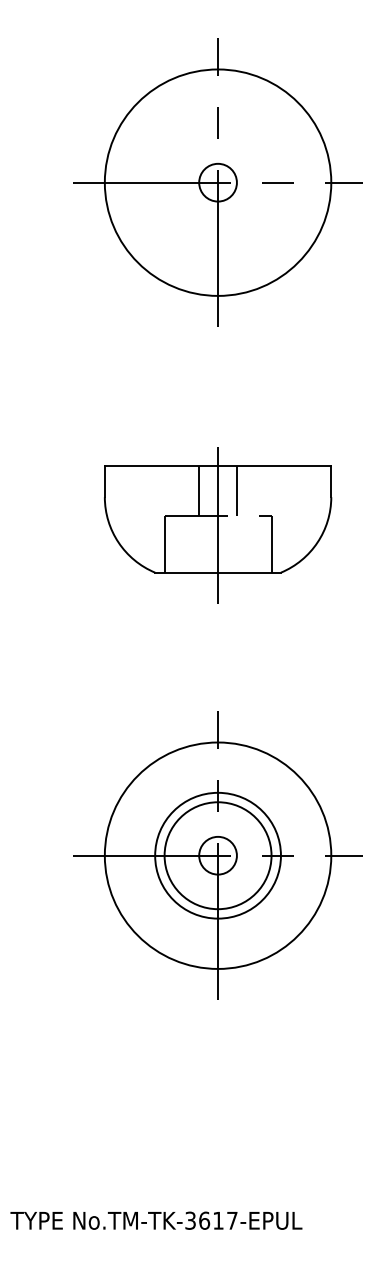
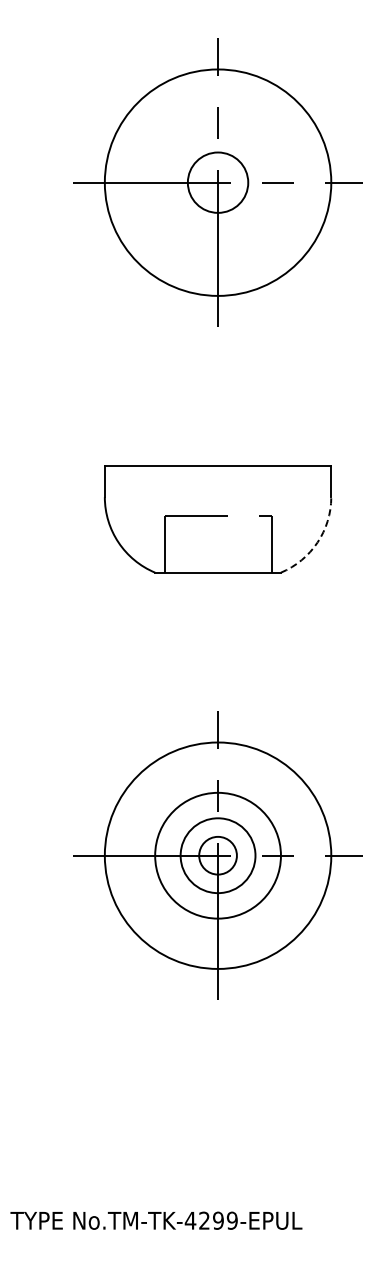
circle at (217, 182) diameter: 38 px -> 60 px
line at (199, 490): present -> none
line at (236, 490): present -> none
line at (218, 519): present -> none
arc at (317, 542): solid -> dashed
circle at (217, 855) diameter: 107 px -> 75 px
text at (210, 1220): No.TM-TK-3617-EPUL -> No.TM-TK-4299-EPUL
